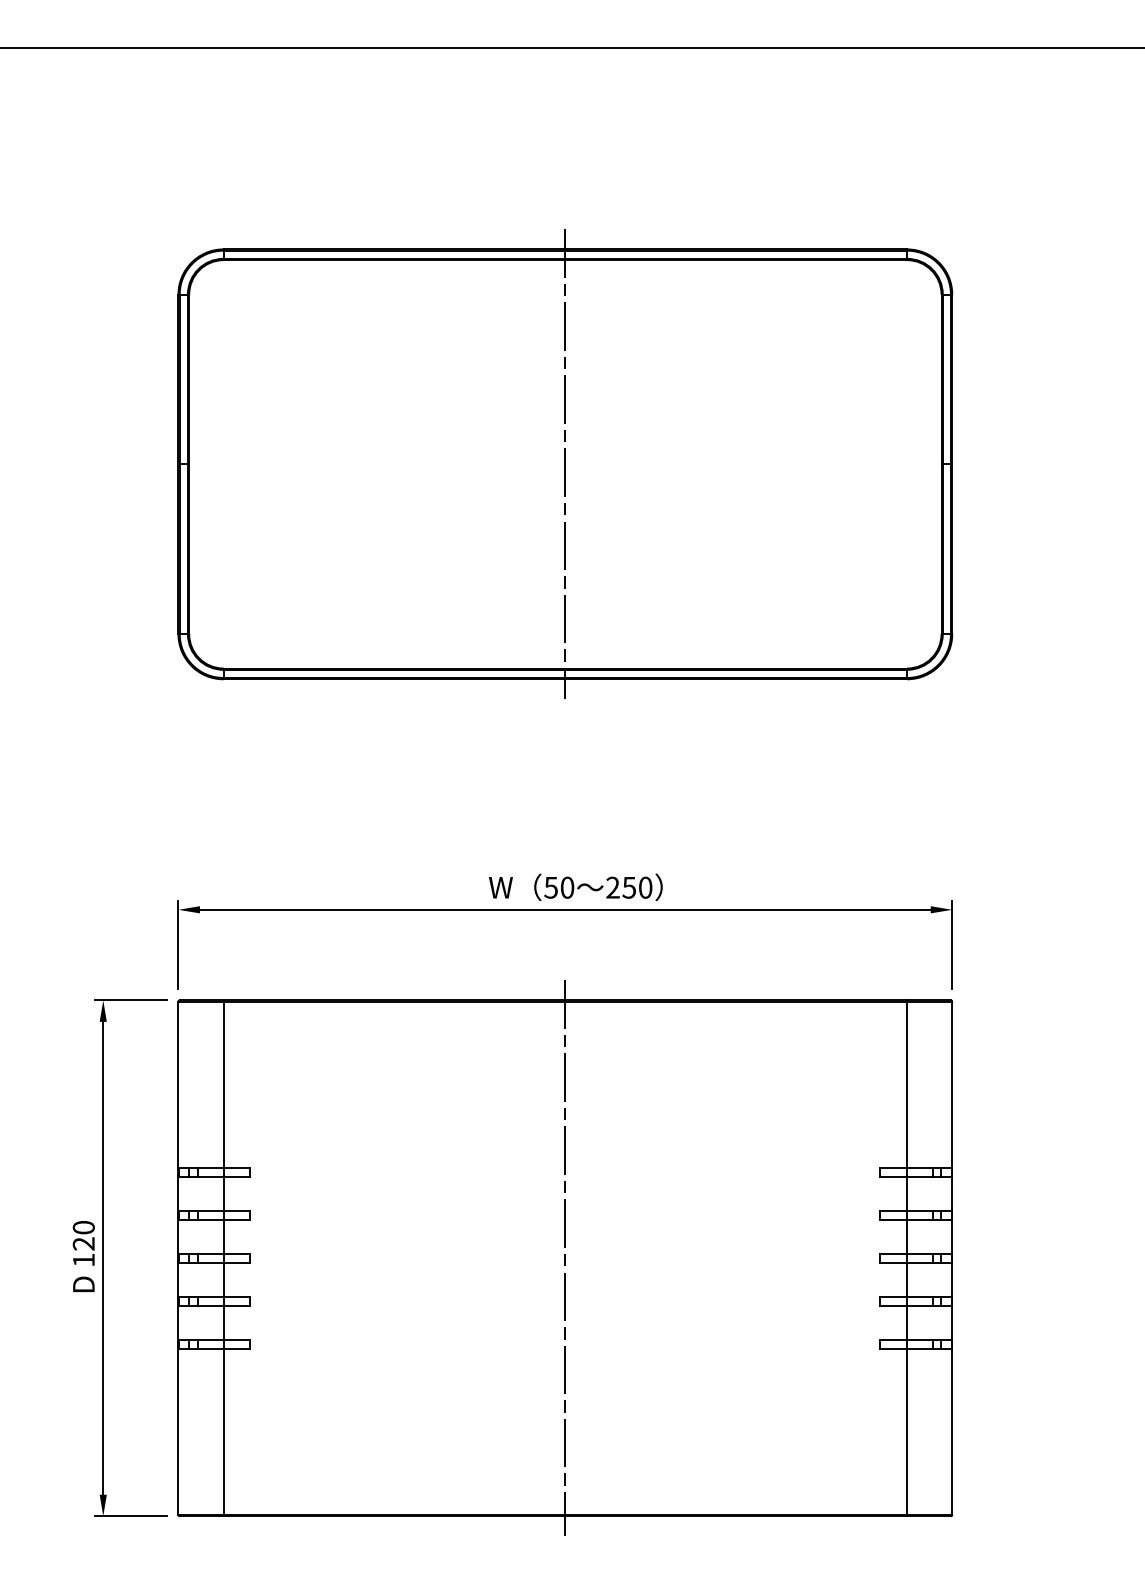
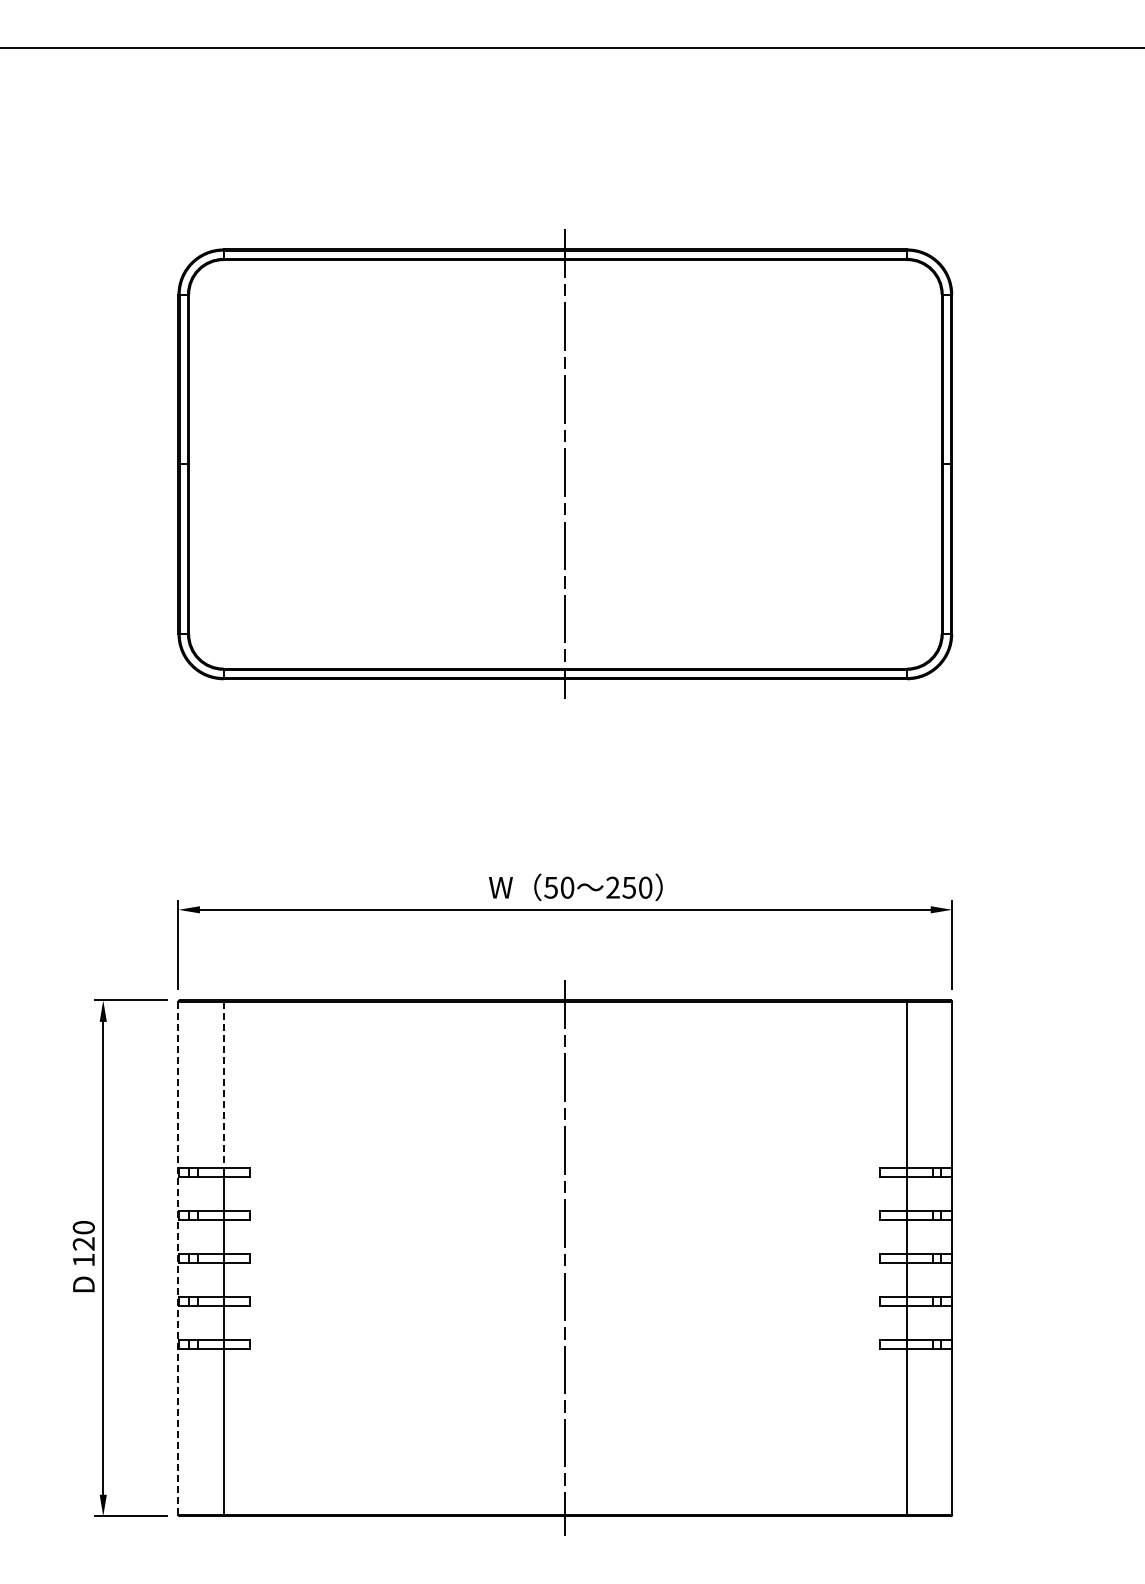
line at (223, 1085): solid -> dashed
line at (178, 1258): solid -> dashed
